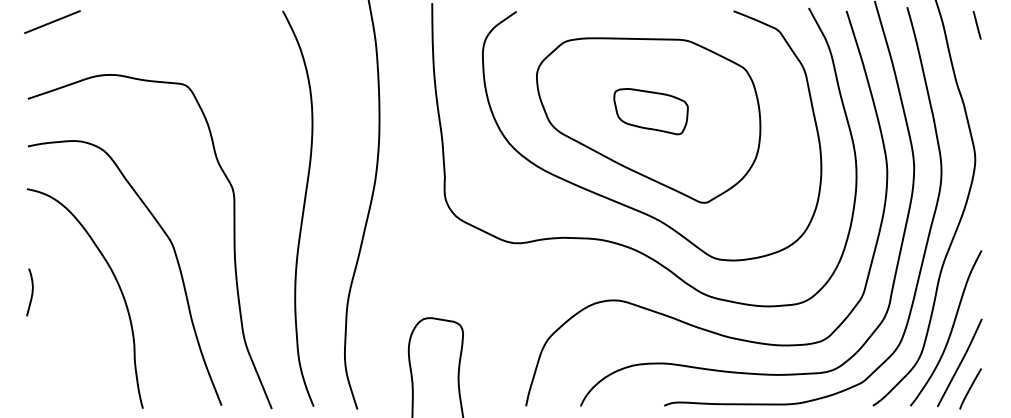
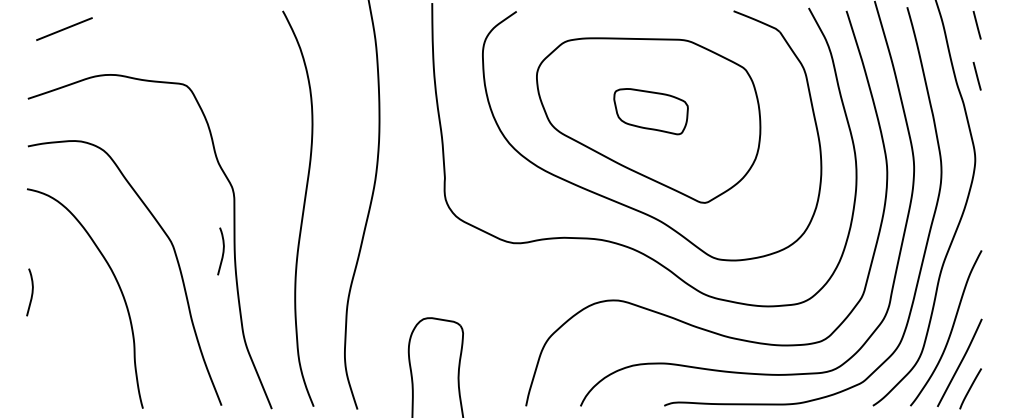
line at (52, 21) position: (52, 21) -> (64, 28)
line at (976, 76): none -> present
curve at (222, 251): none -> present
